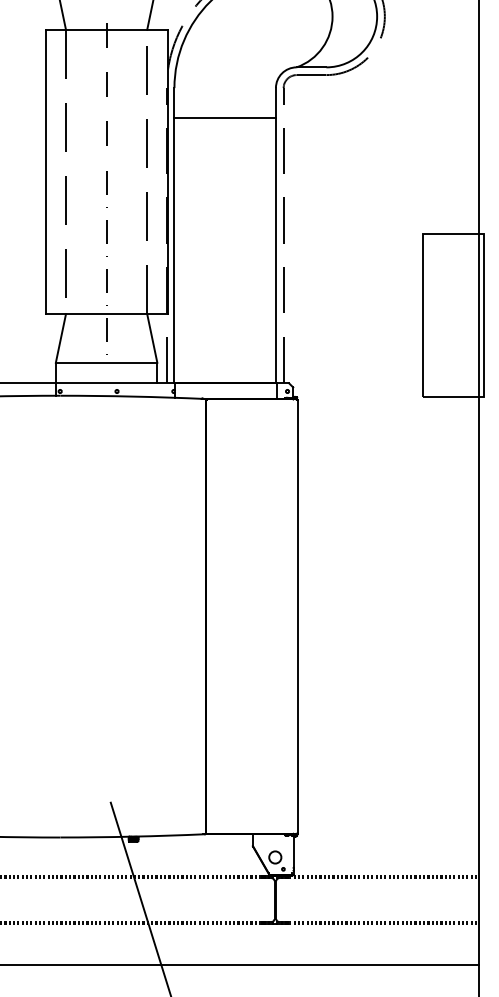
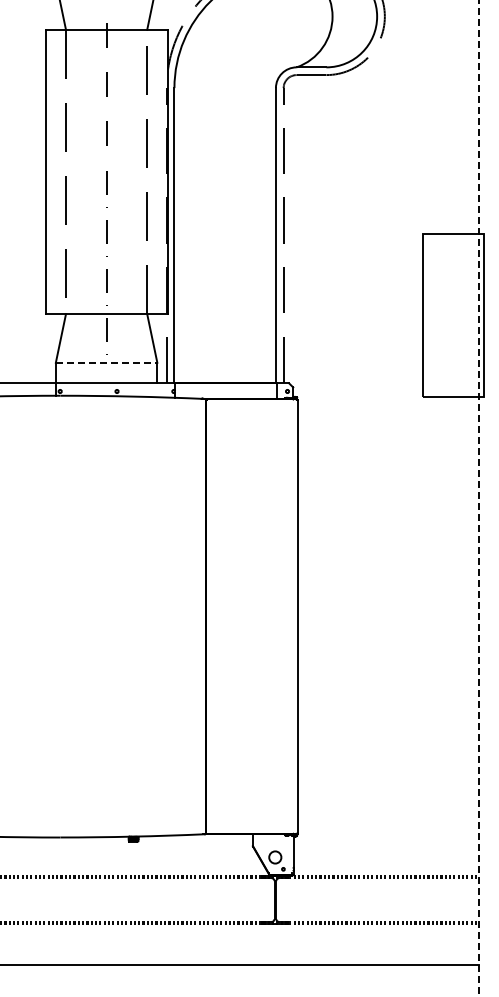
line at (224, 118): present -> none
line at (106, 362): solid -> dashed
line at (478, 498): solid -> dashed
line at (140, 897): present -> none
